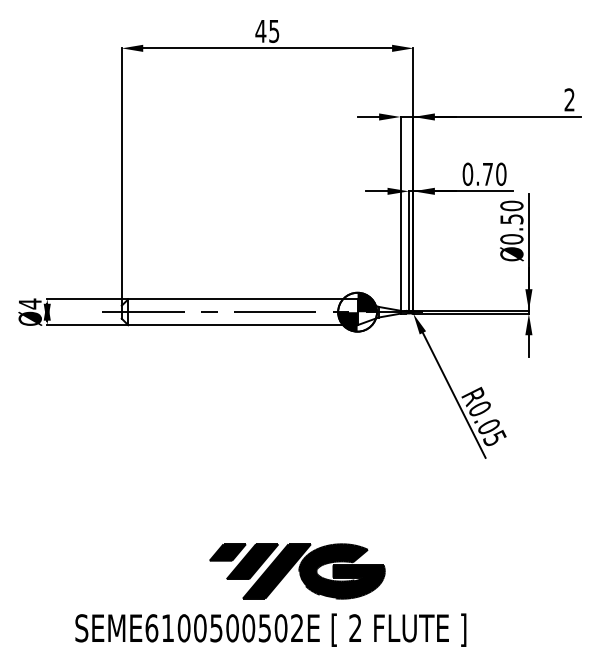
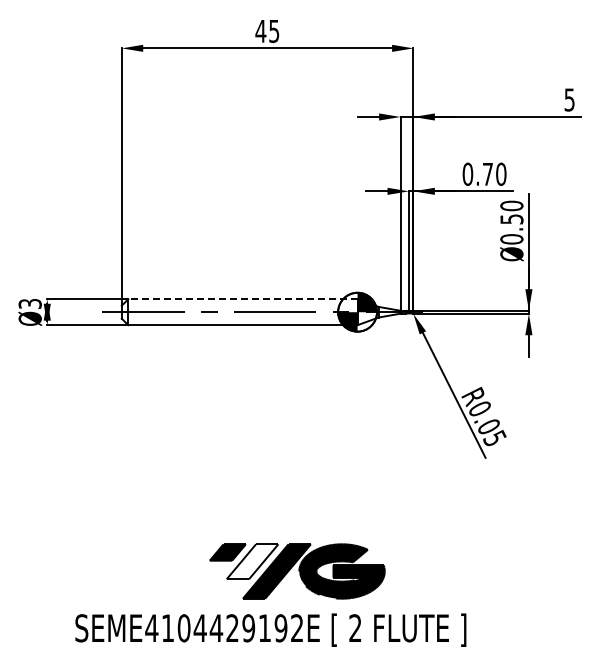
text at (569, 99): 2 -> 5
line at (242, 299): solid -> dashed
text at (29, 303): Ø4 -> Ø3
fill at (252, 561): present -> none
text at (216, 628): SEME6100500502E -> SEME4104429192E
